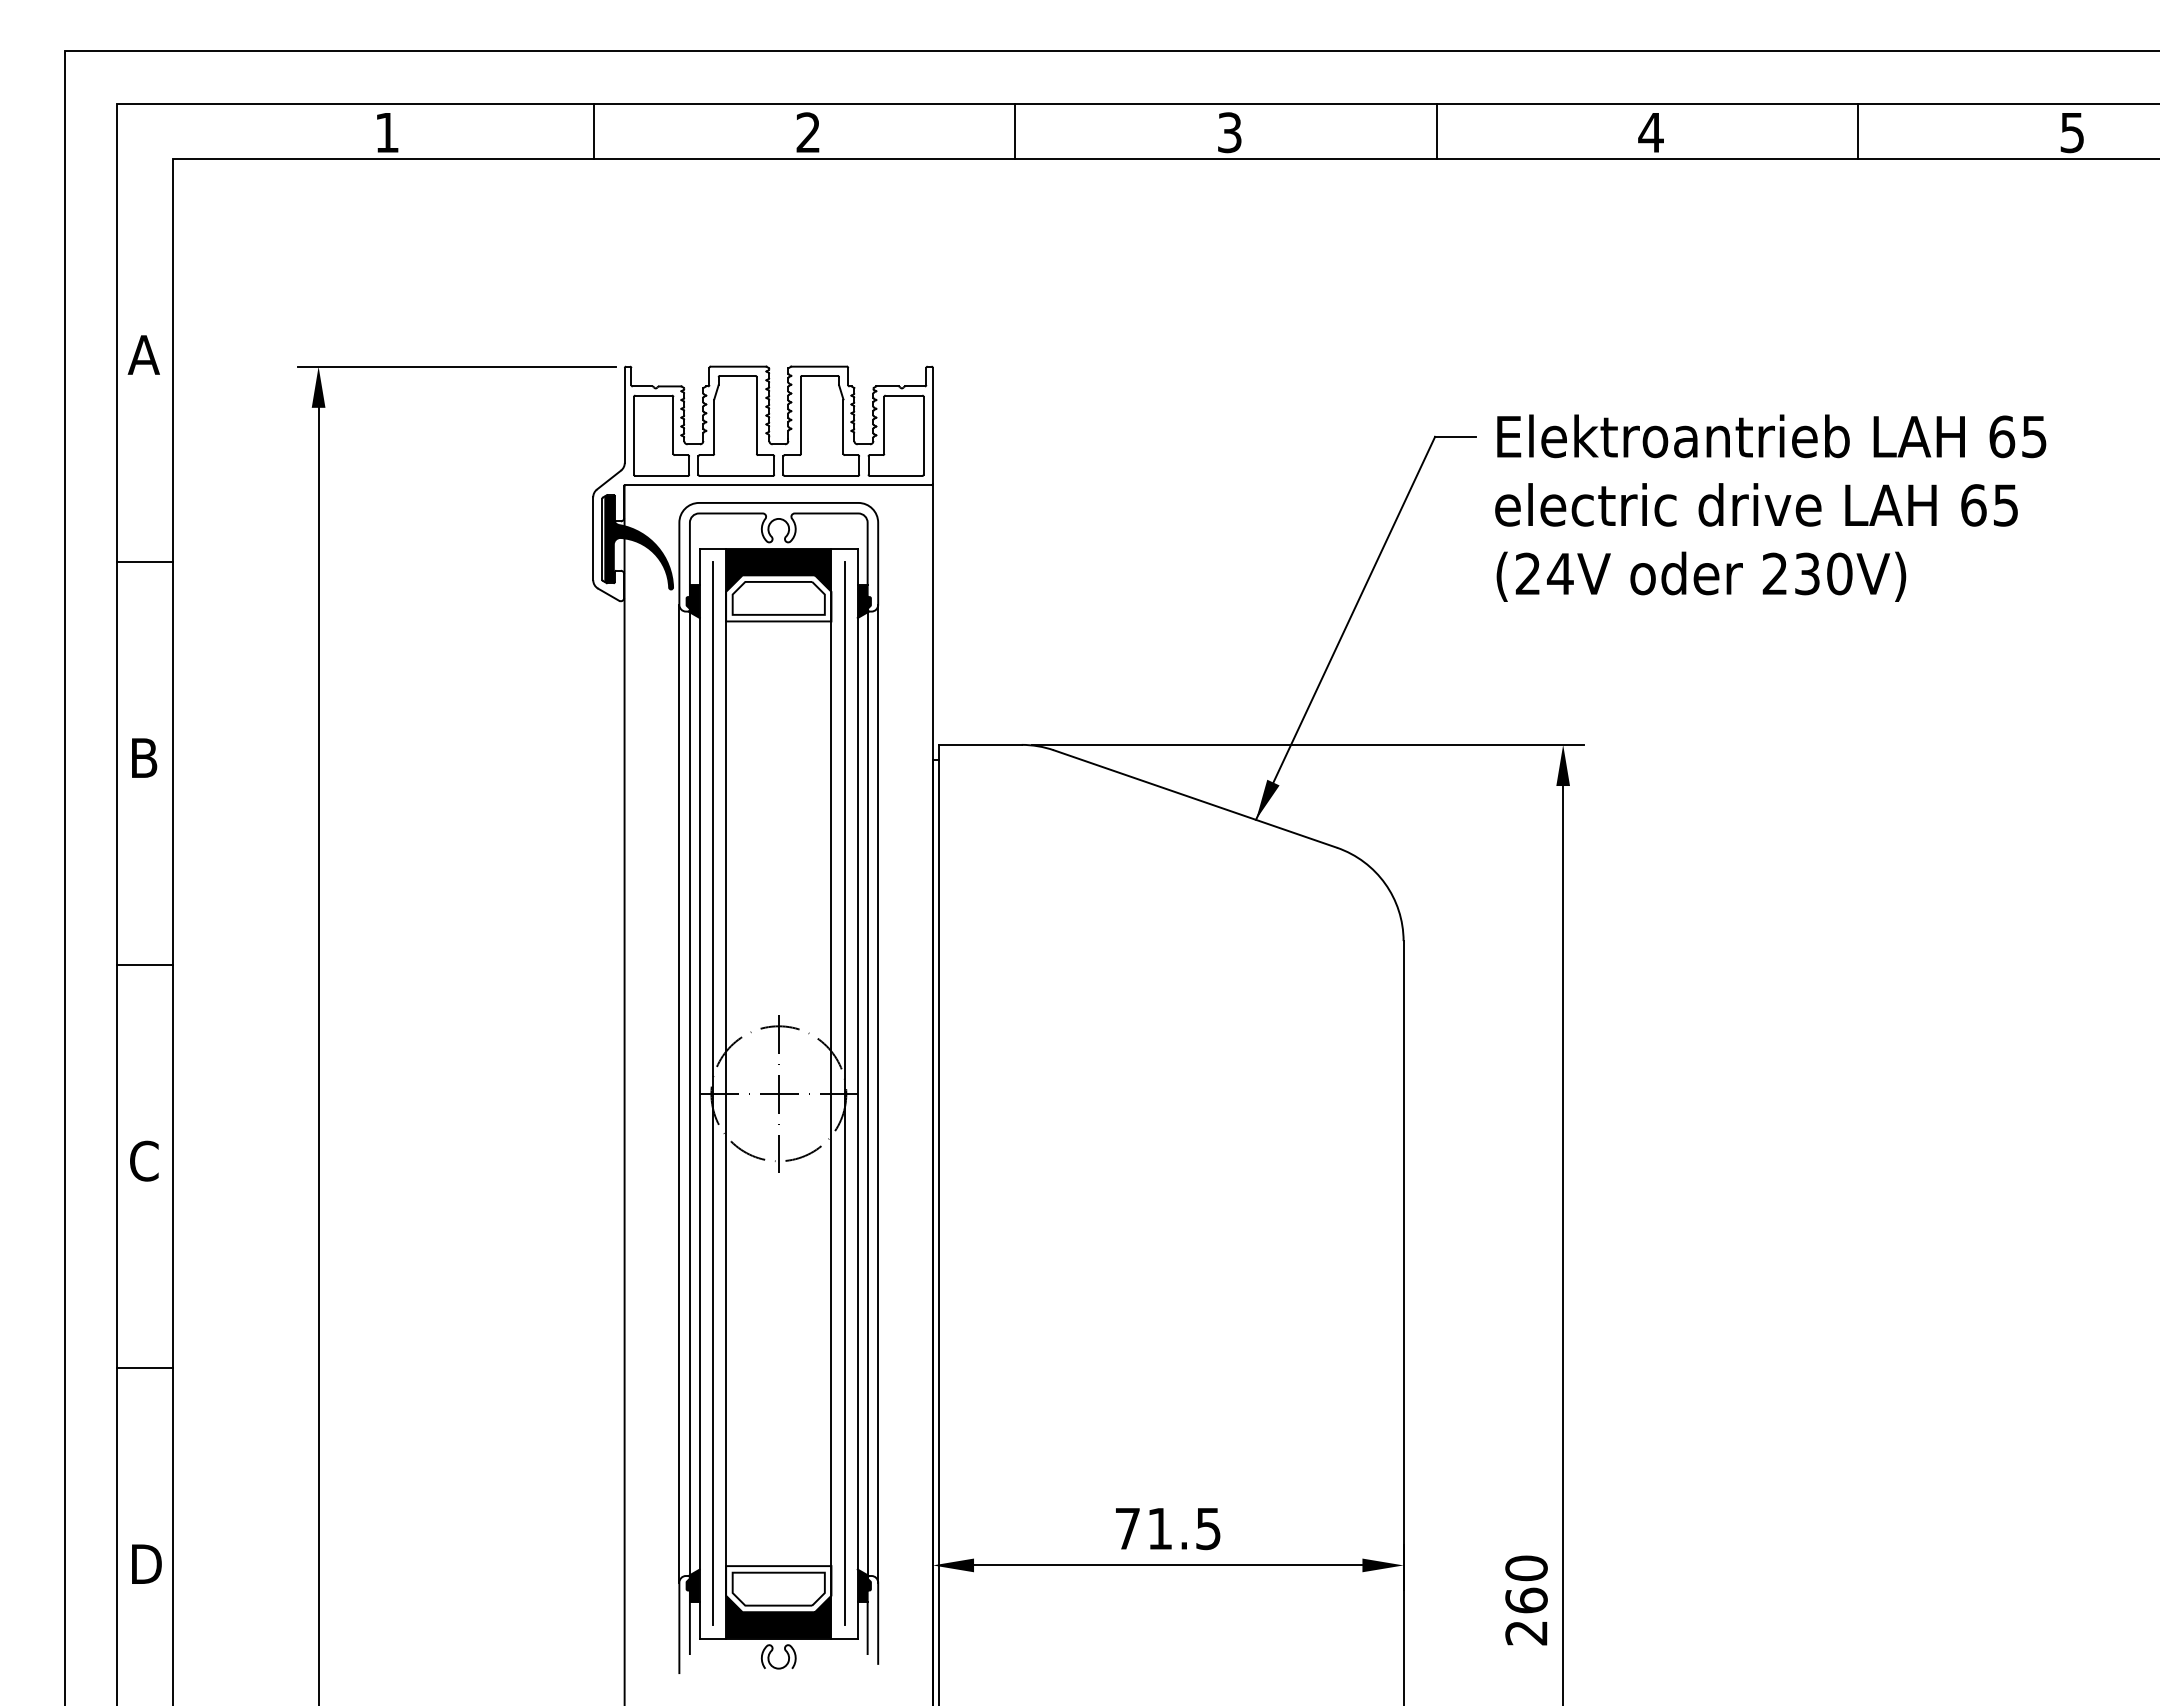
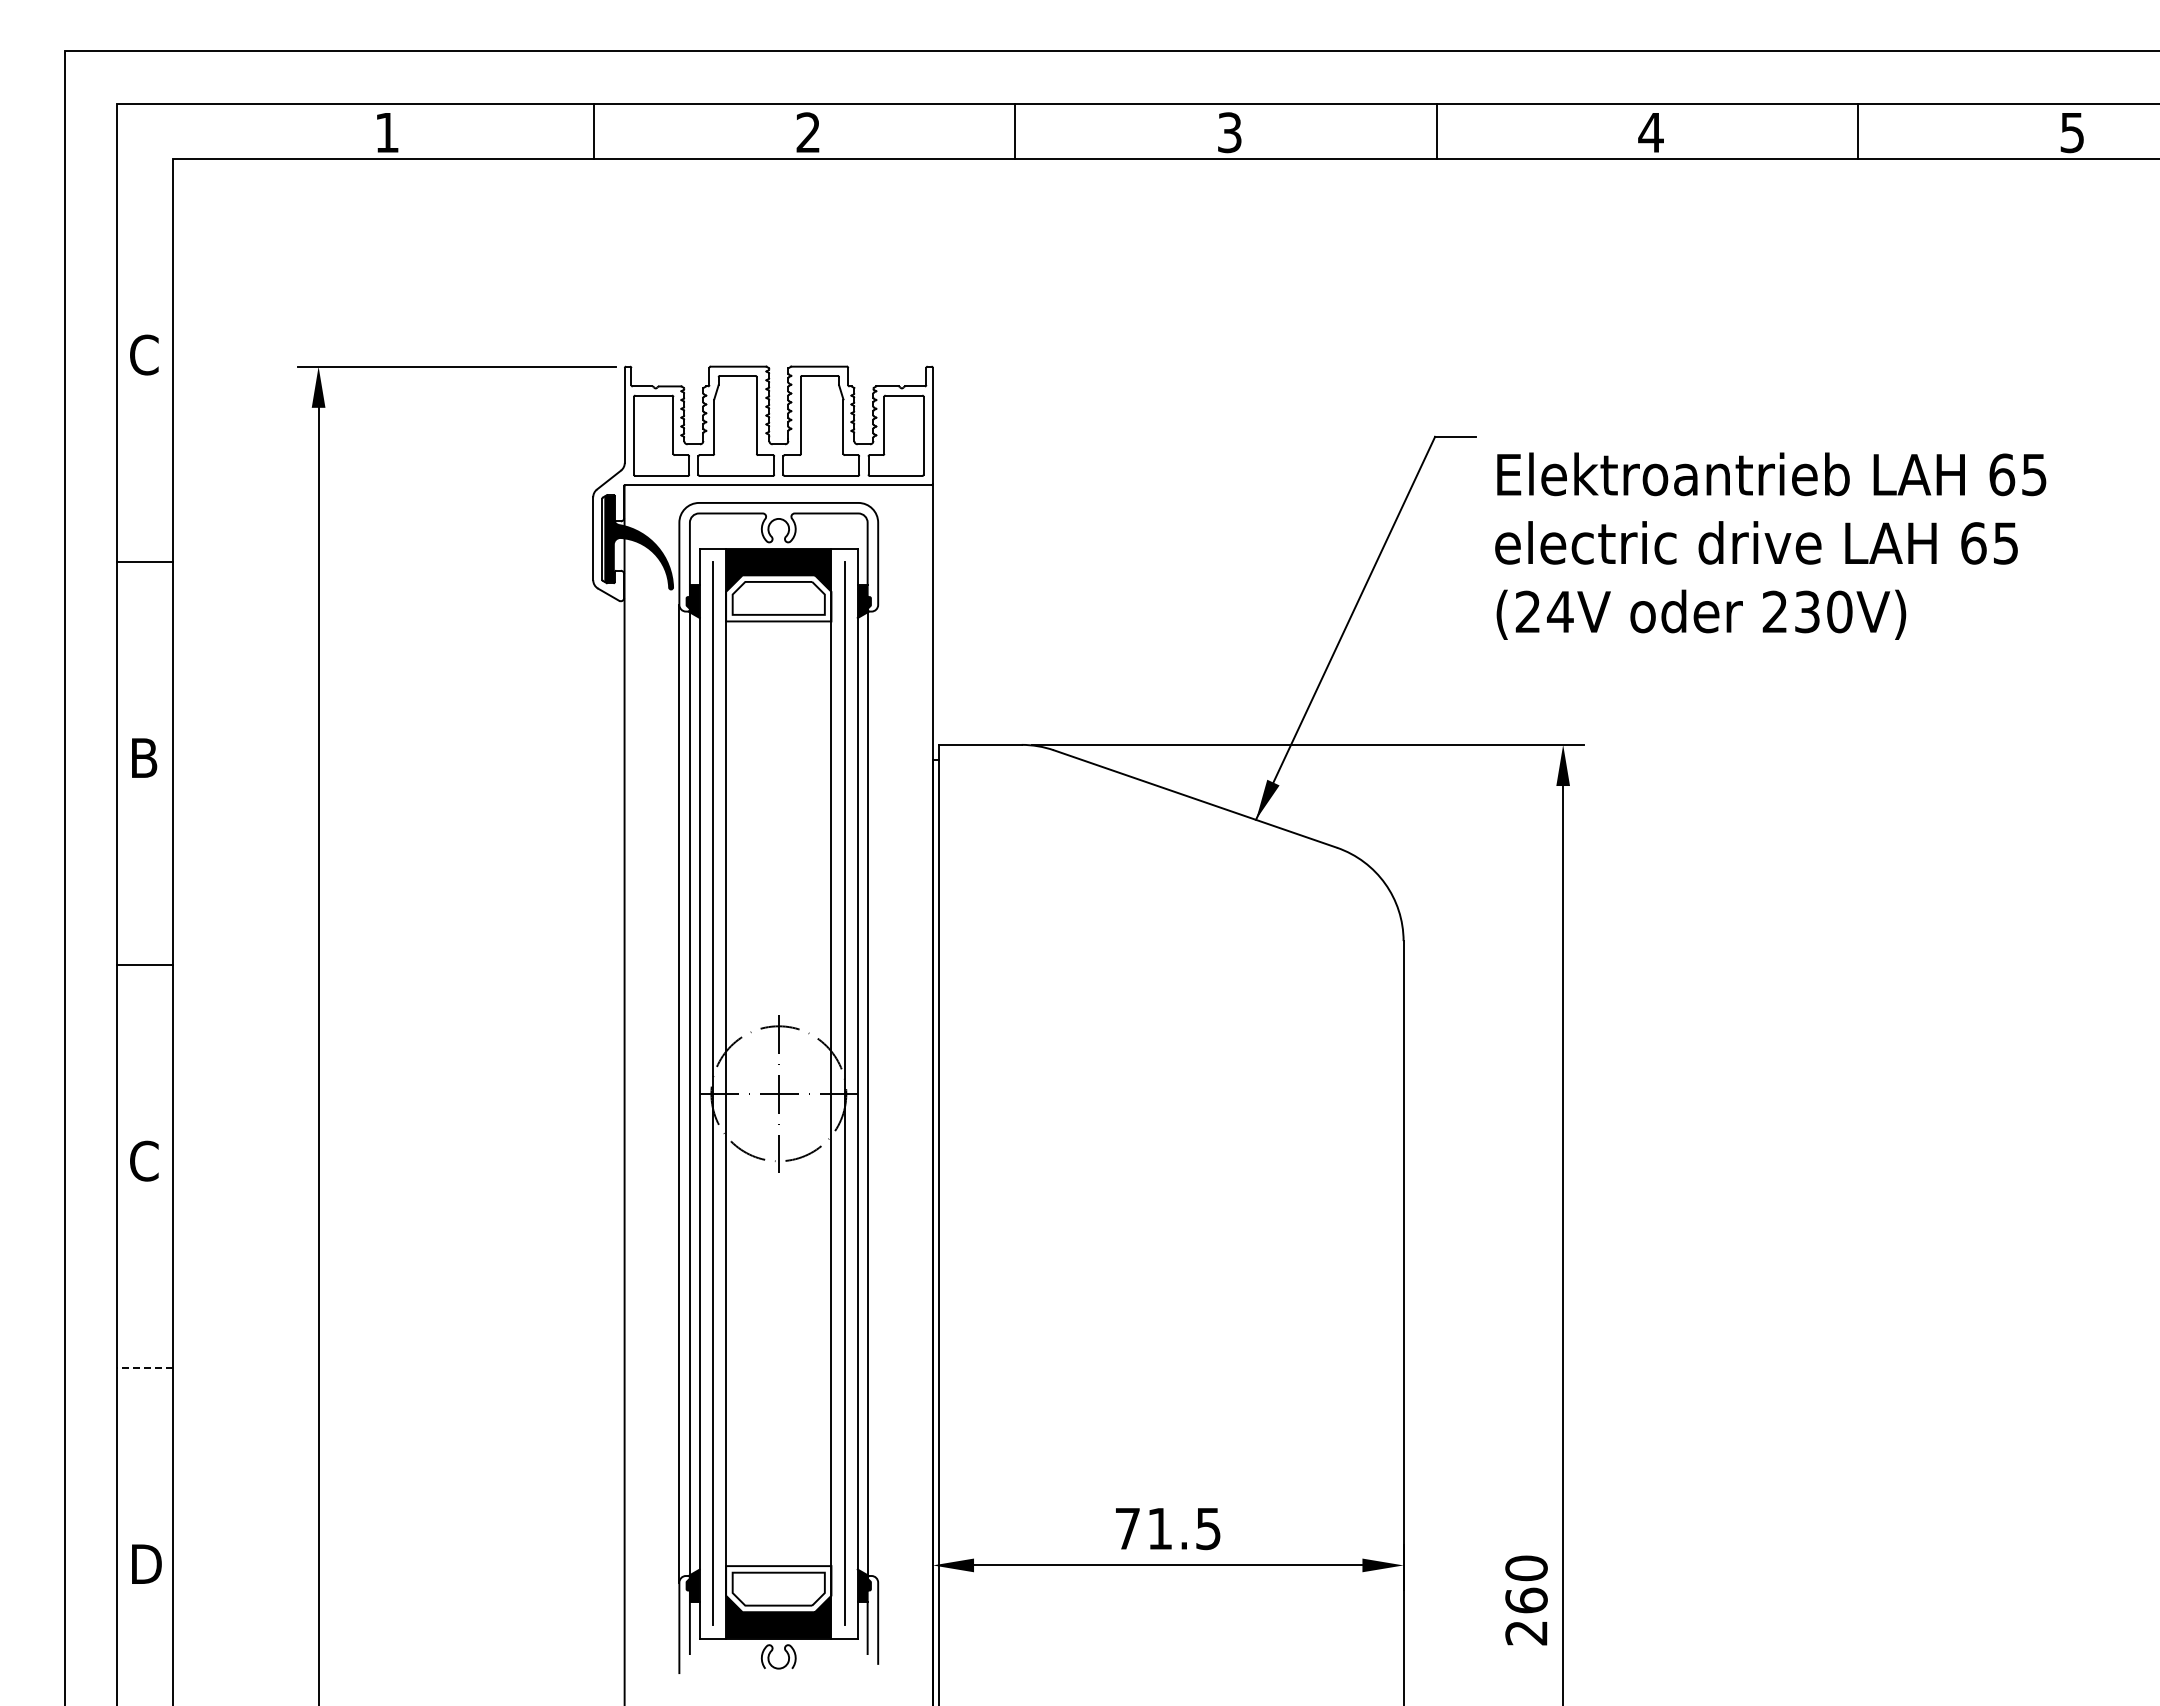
text at (143, 354): A -> C
text at (1770, 507) position: (1770, 507) -> (1770, 545)
line at (878, 1093): present -> none
line at (145, 1368): solid -> dashed
